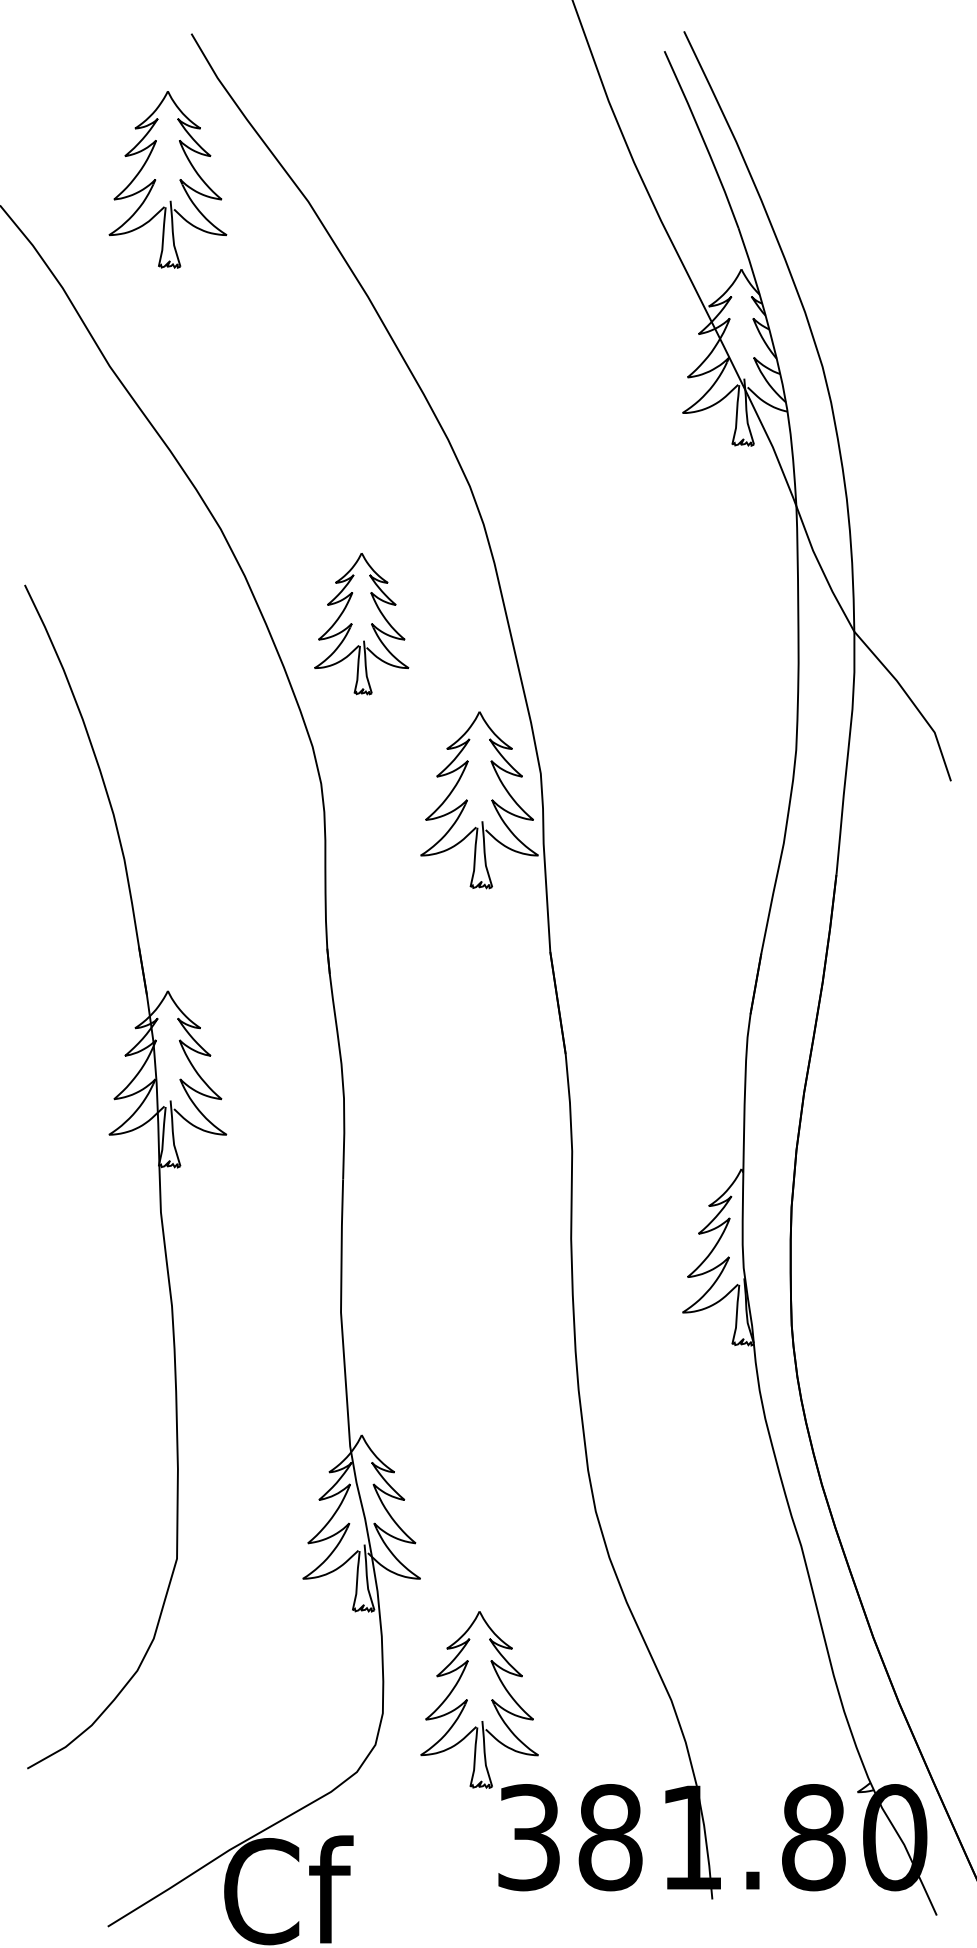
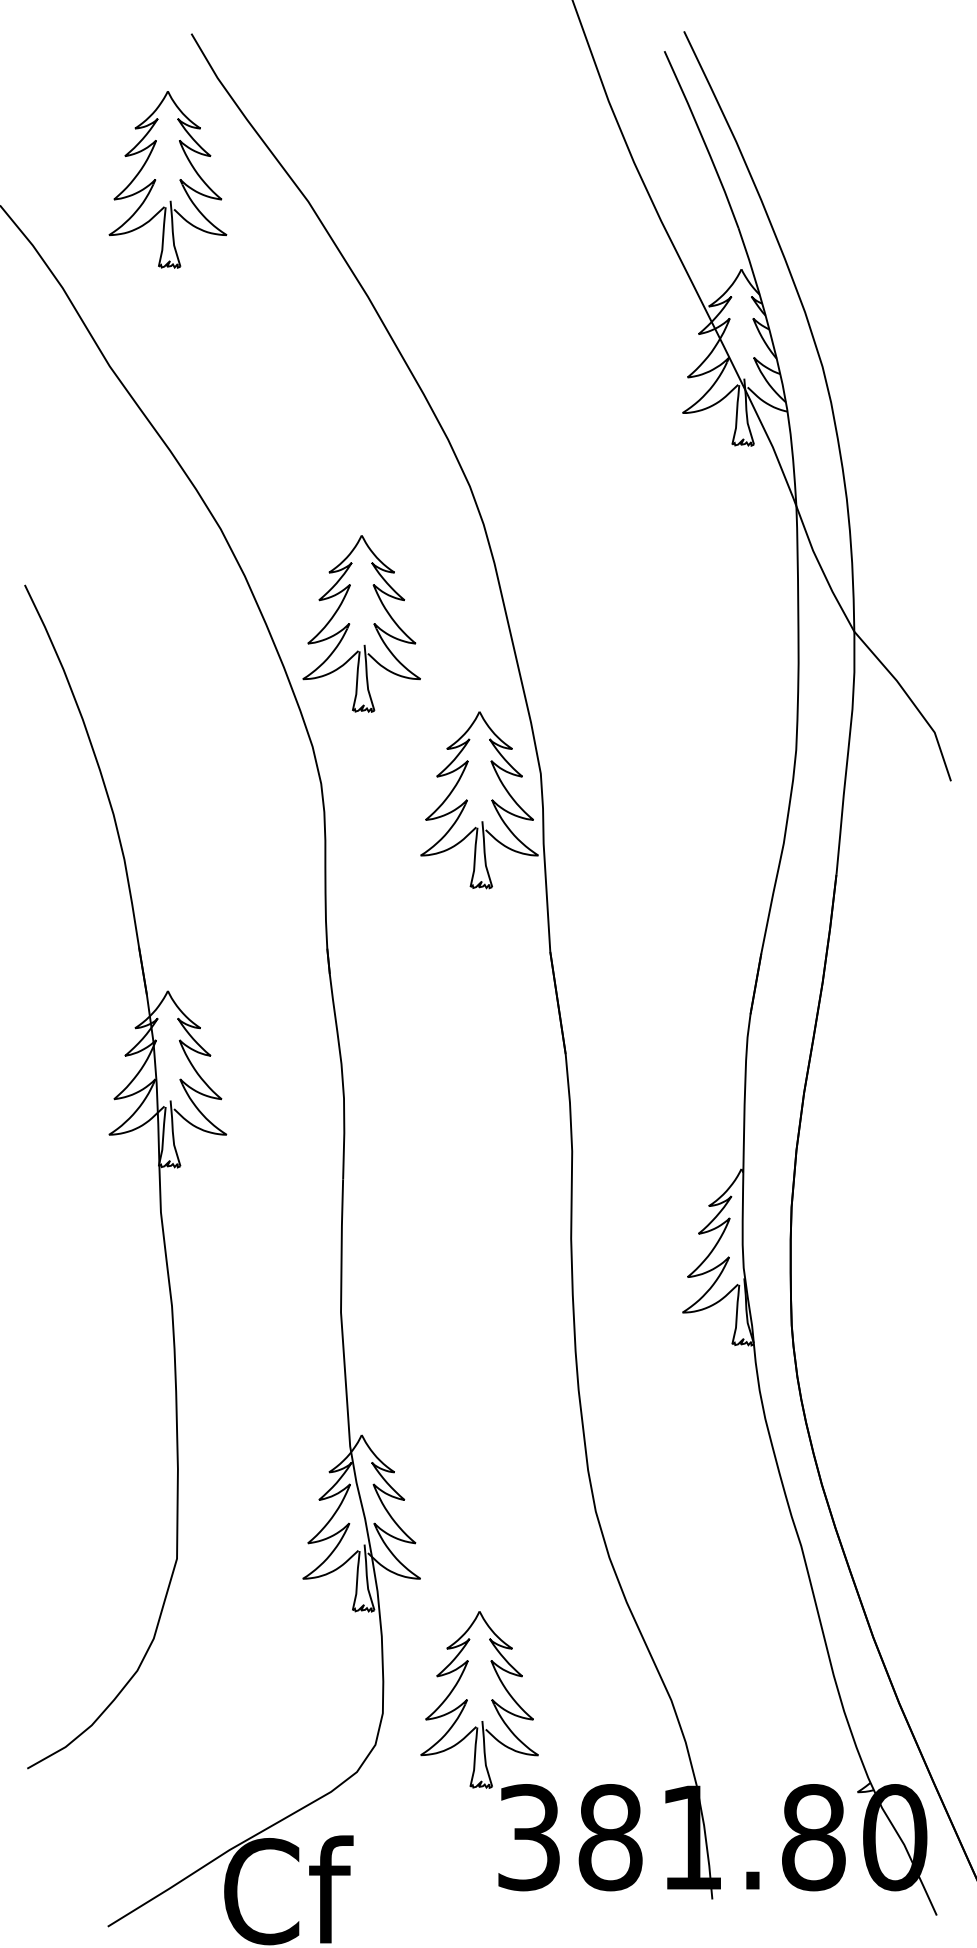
part at (361, 624) size: 96x143 px -> 119x178 px
